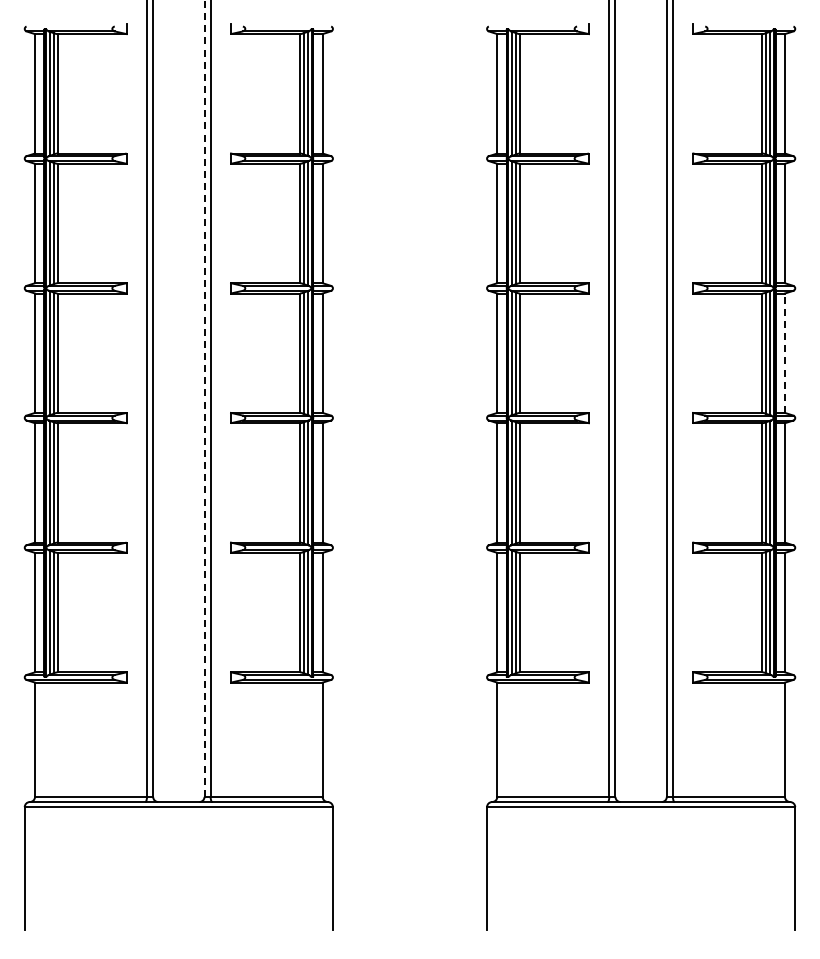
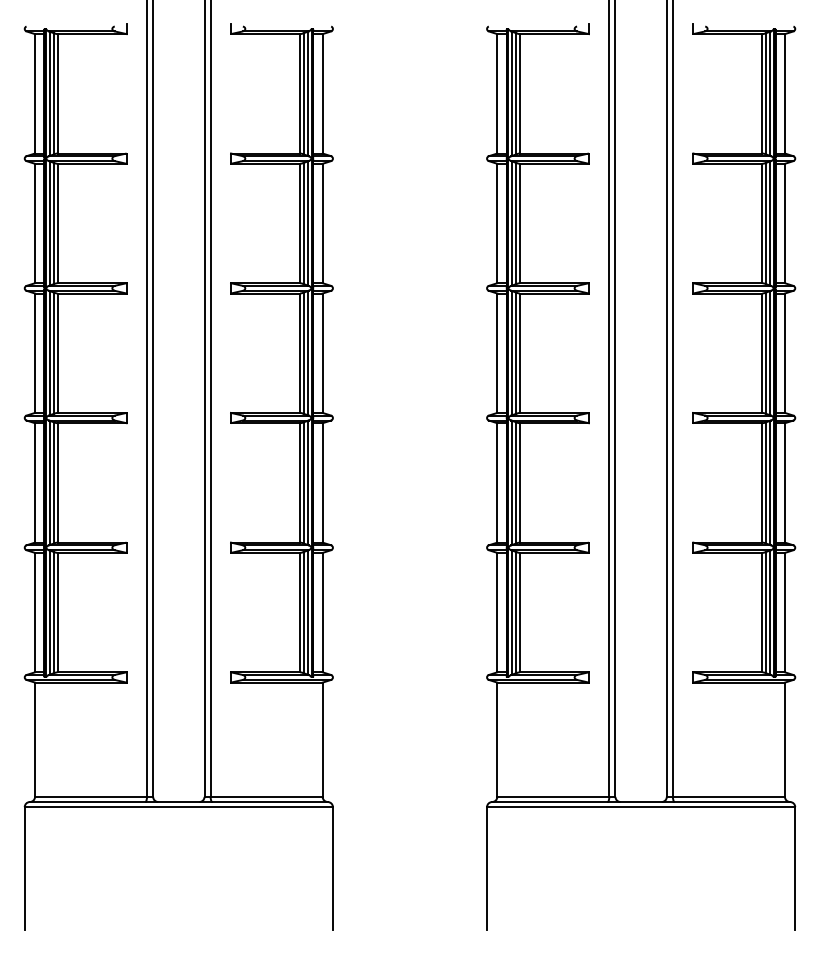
line at (784, 353): dashed -> solid
line at (204, 398): dashed -> solid
